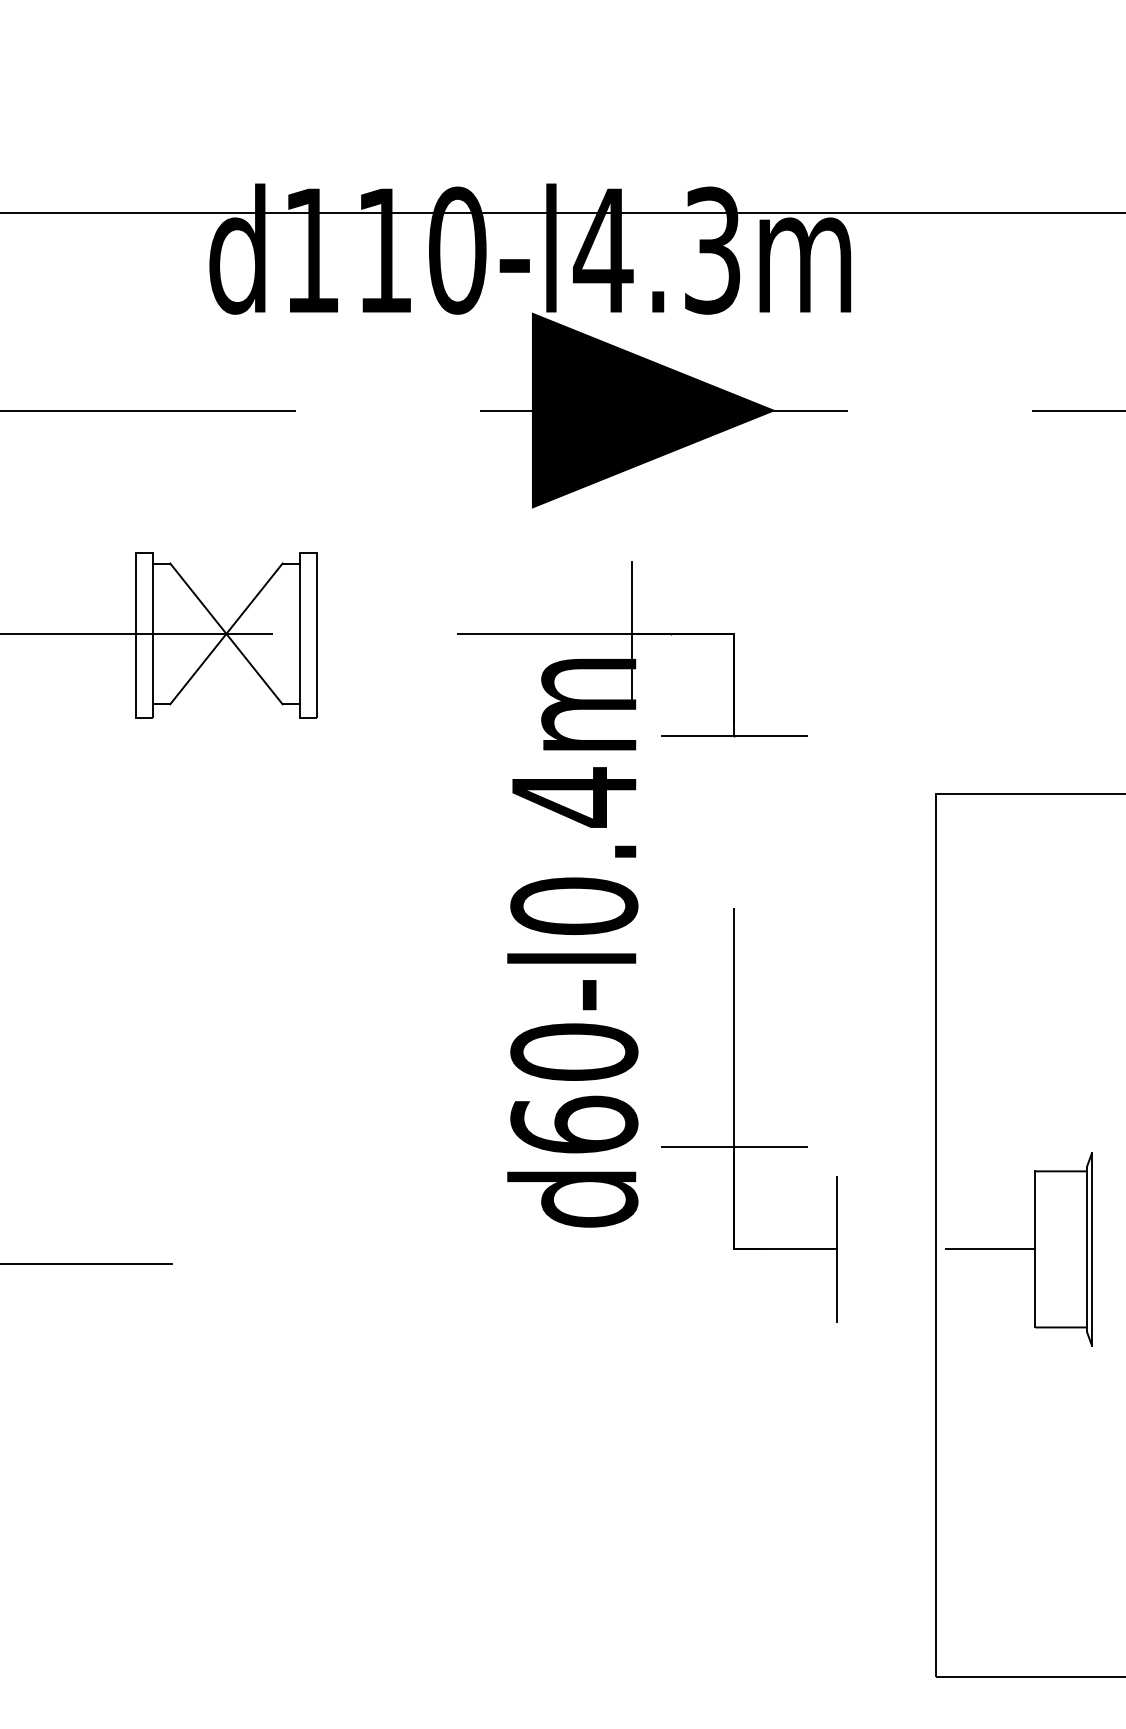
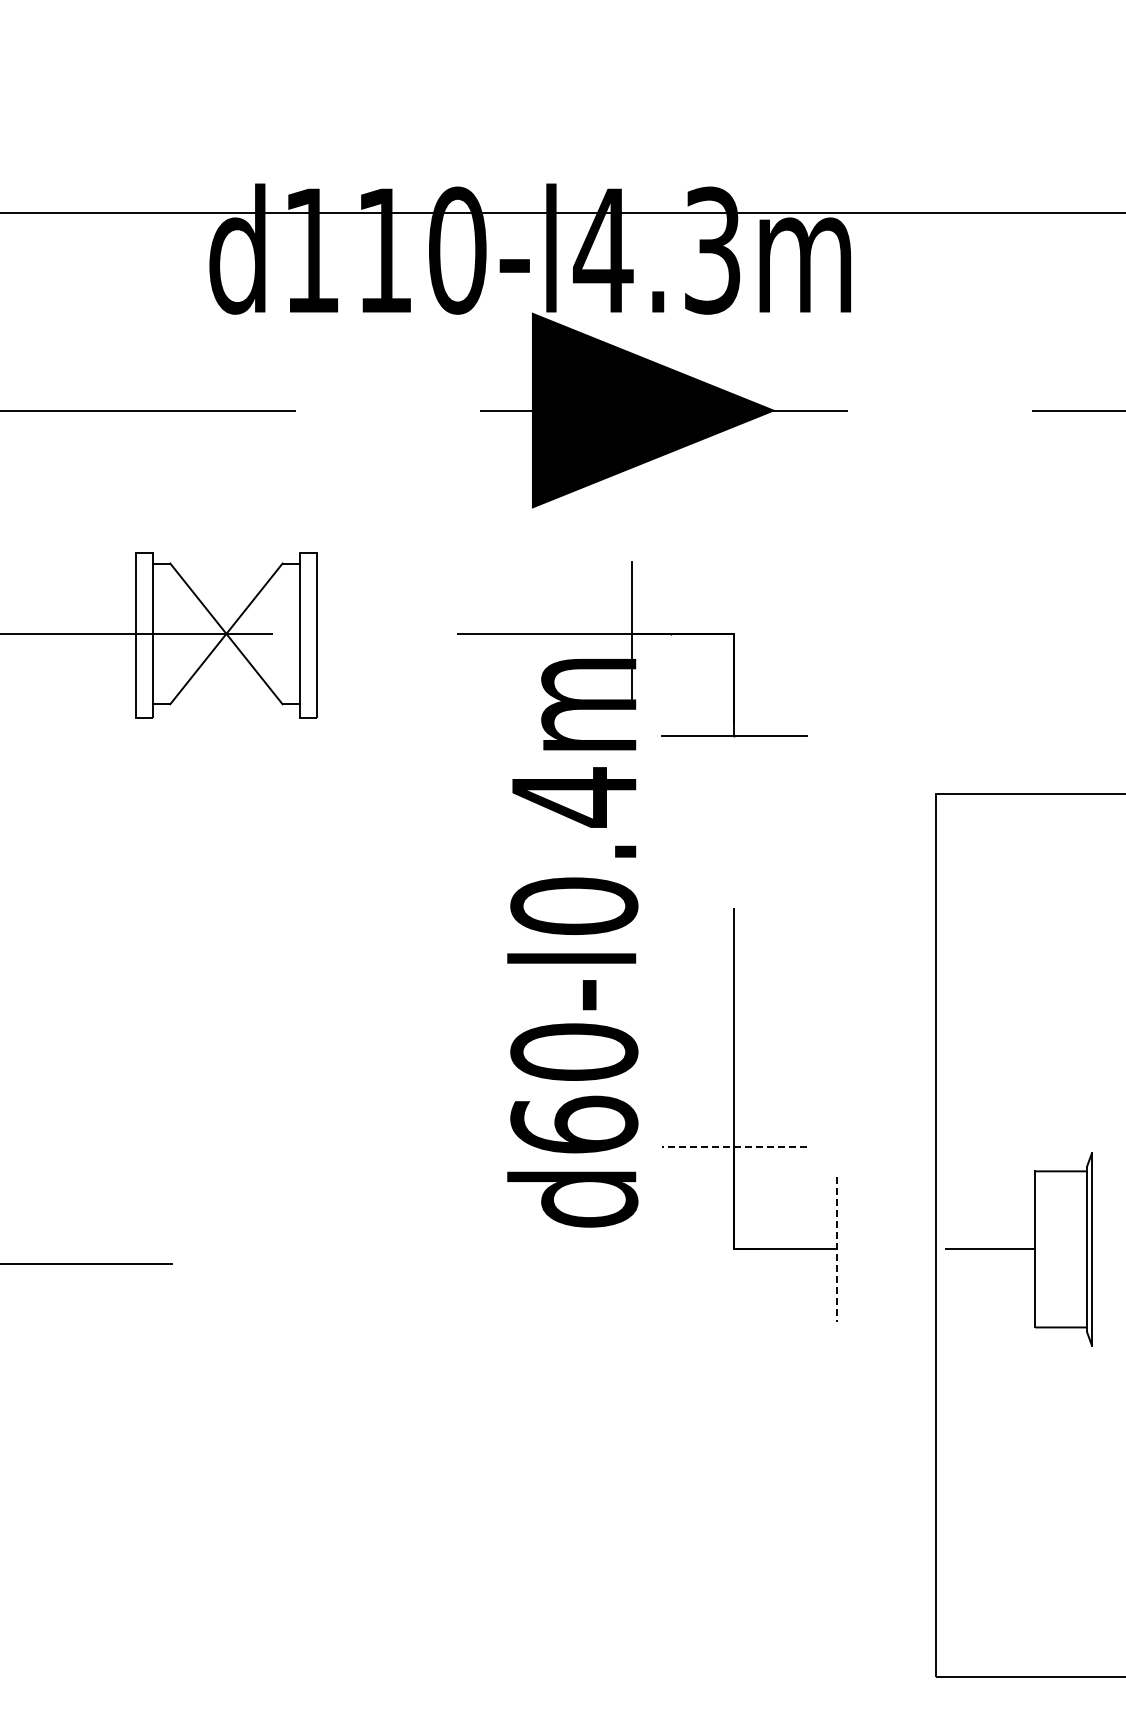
line at (733, 1147): solid -> dashed
line at (836, 1249): solid -> dashed
